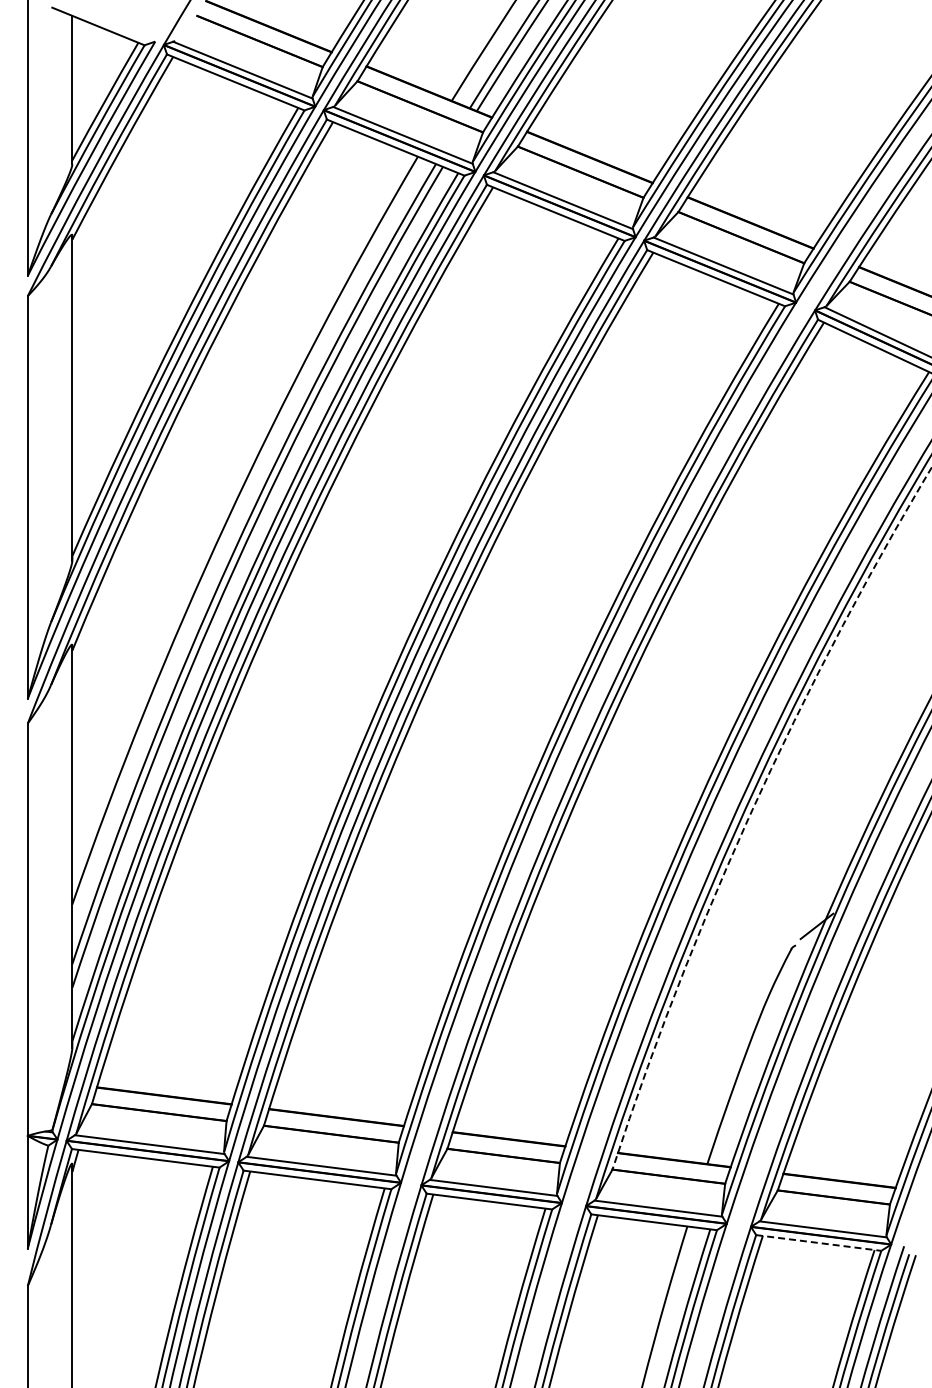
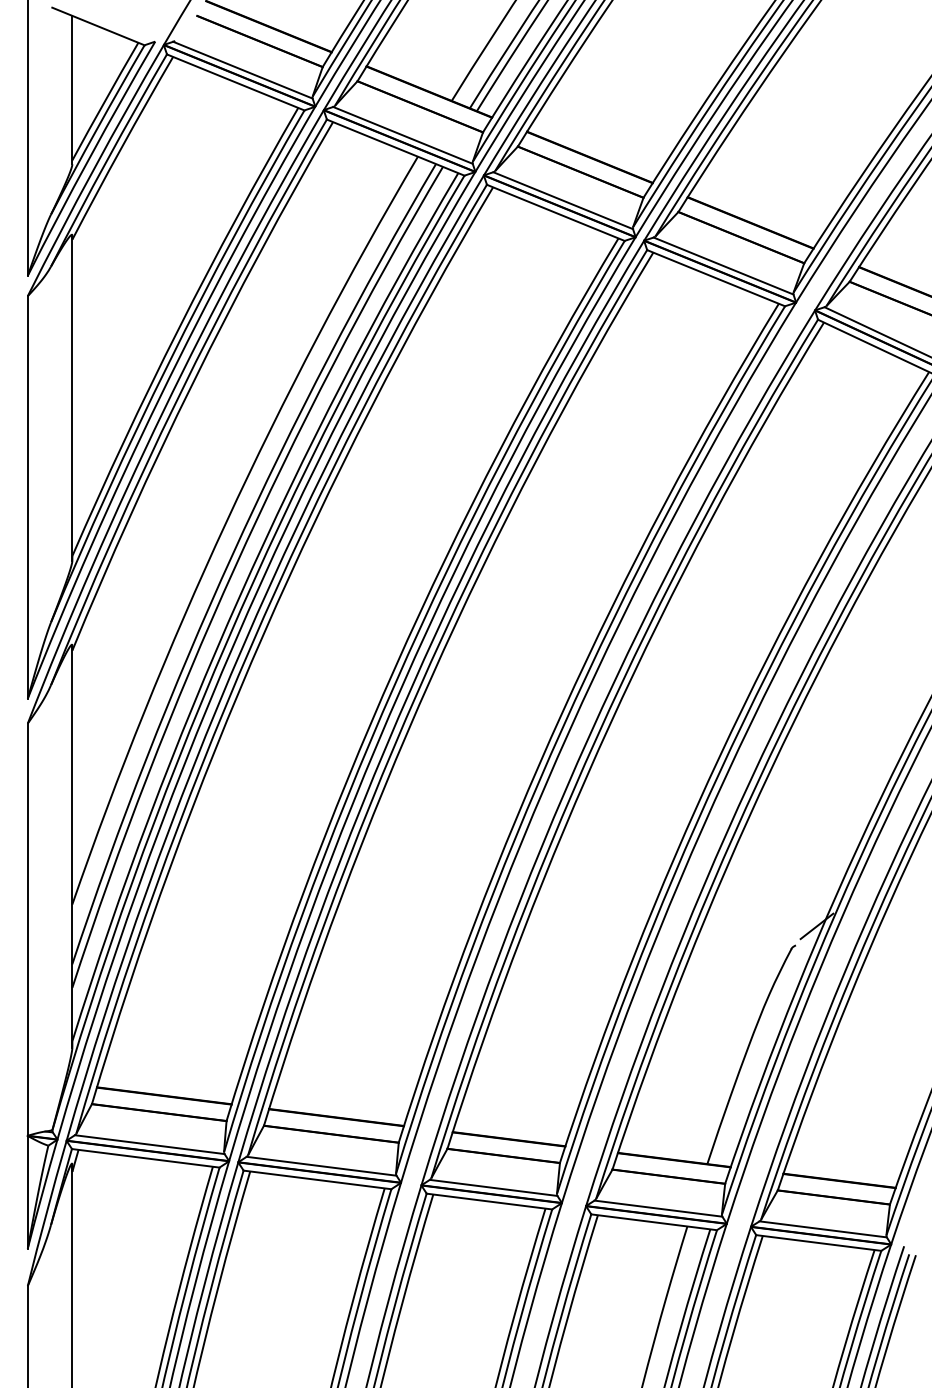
arc at (752, 810): dashed -> solid
line at (818, 1242): dashed -> solid
